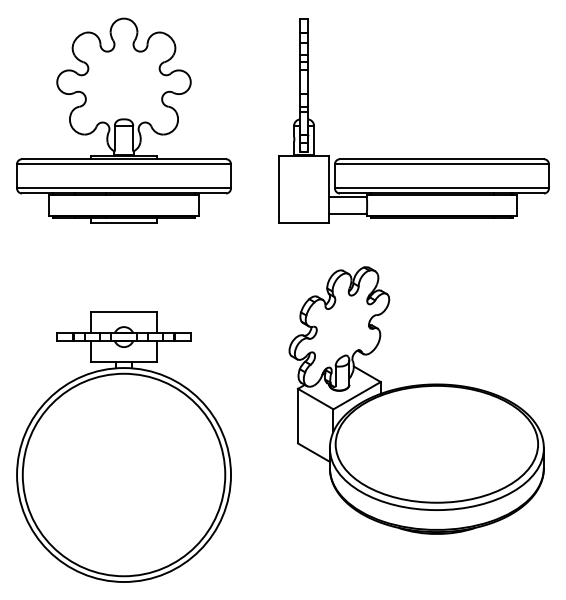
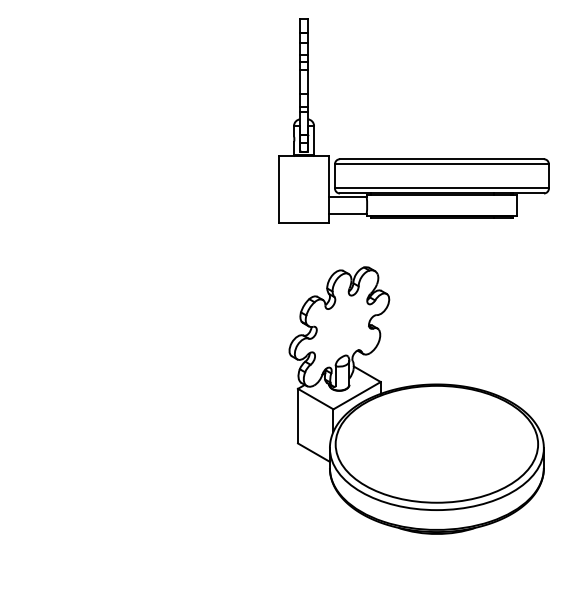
part at (123, 120): present -> none
part at (123, 446): present -> none
